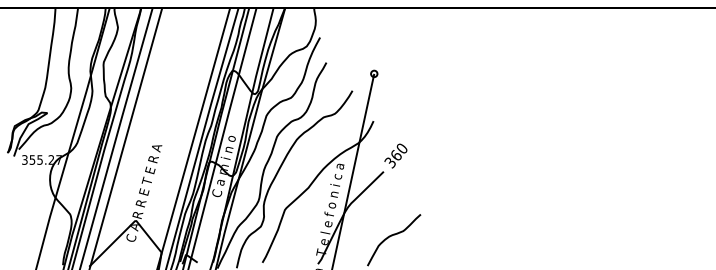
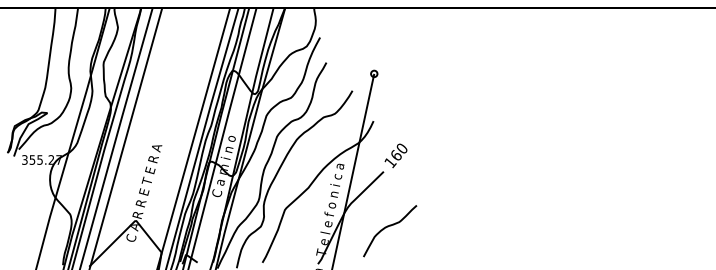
text at (390, 162): 360 -> 160
curve at (392, 236) position: (392, 236) -> (388, 227)
